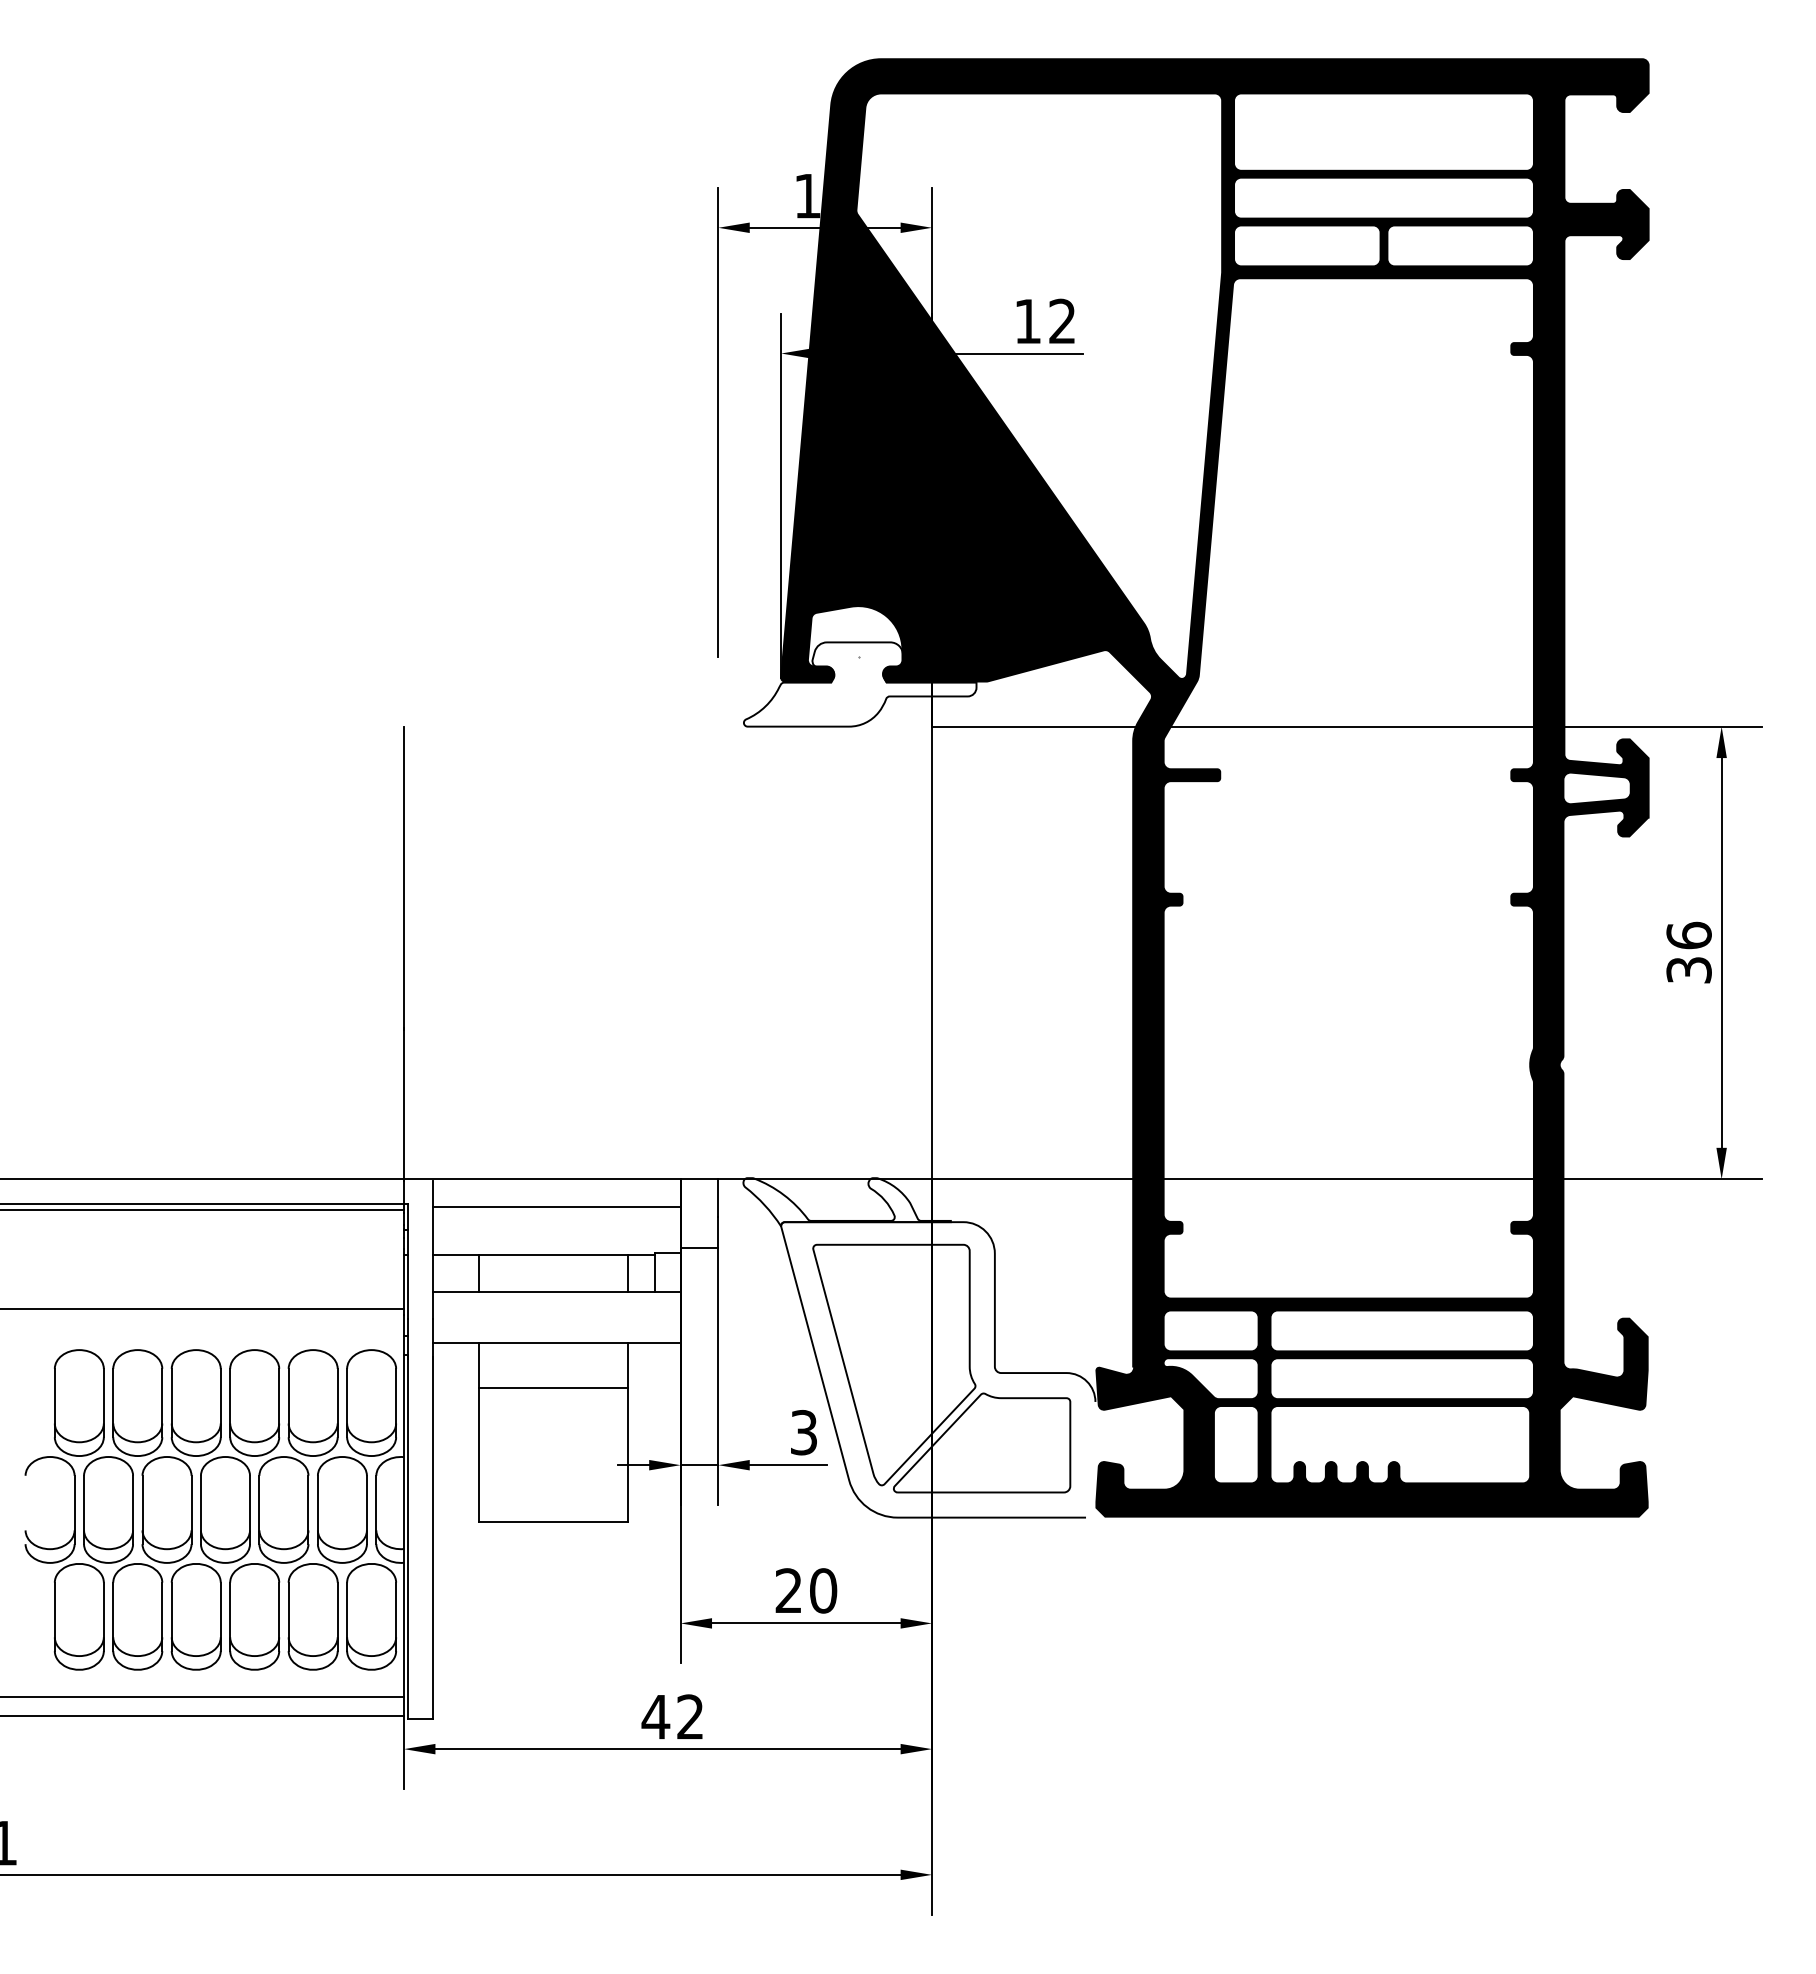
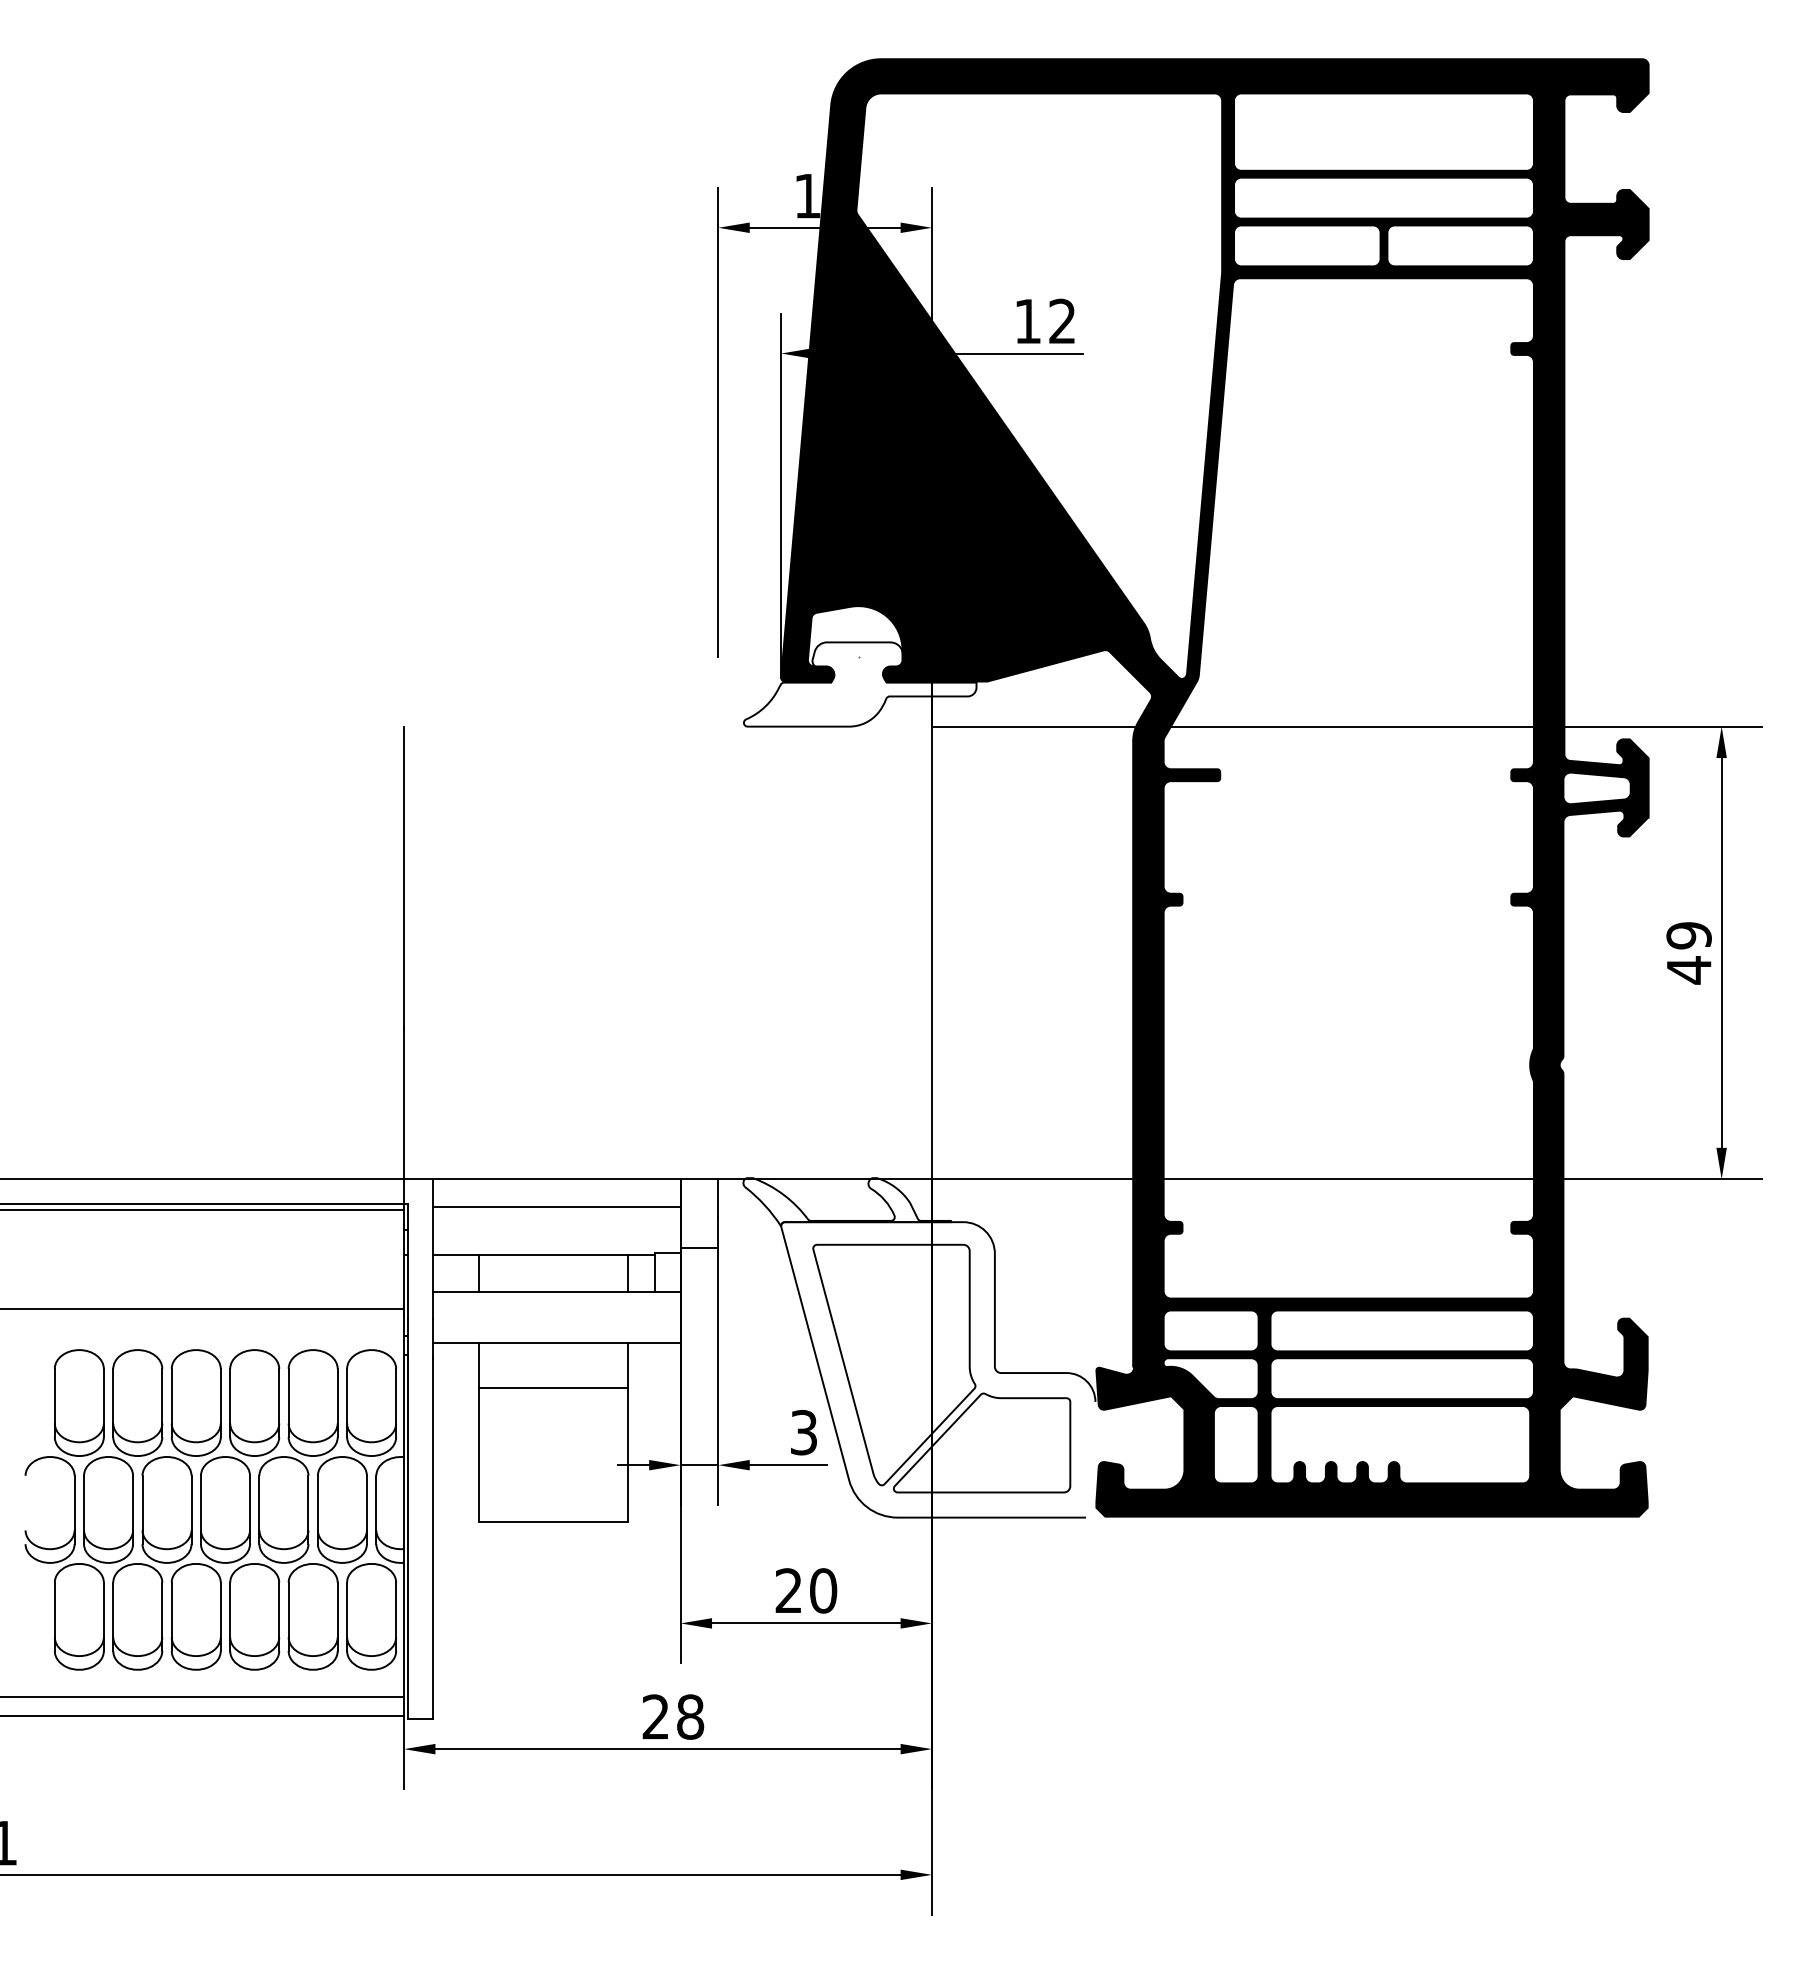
text at (1688, 952): 36 -> 49
text at (672, 1716): 42 -> 28
